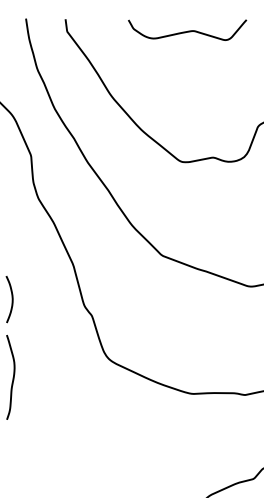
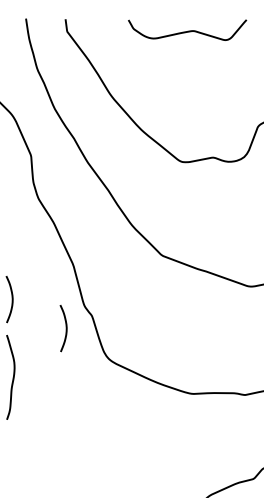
curve at (65, 328): none -> present
